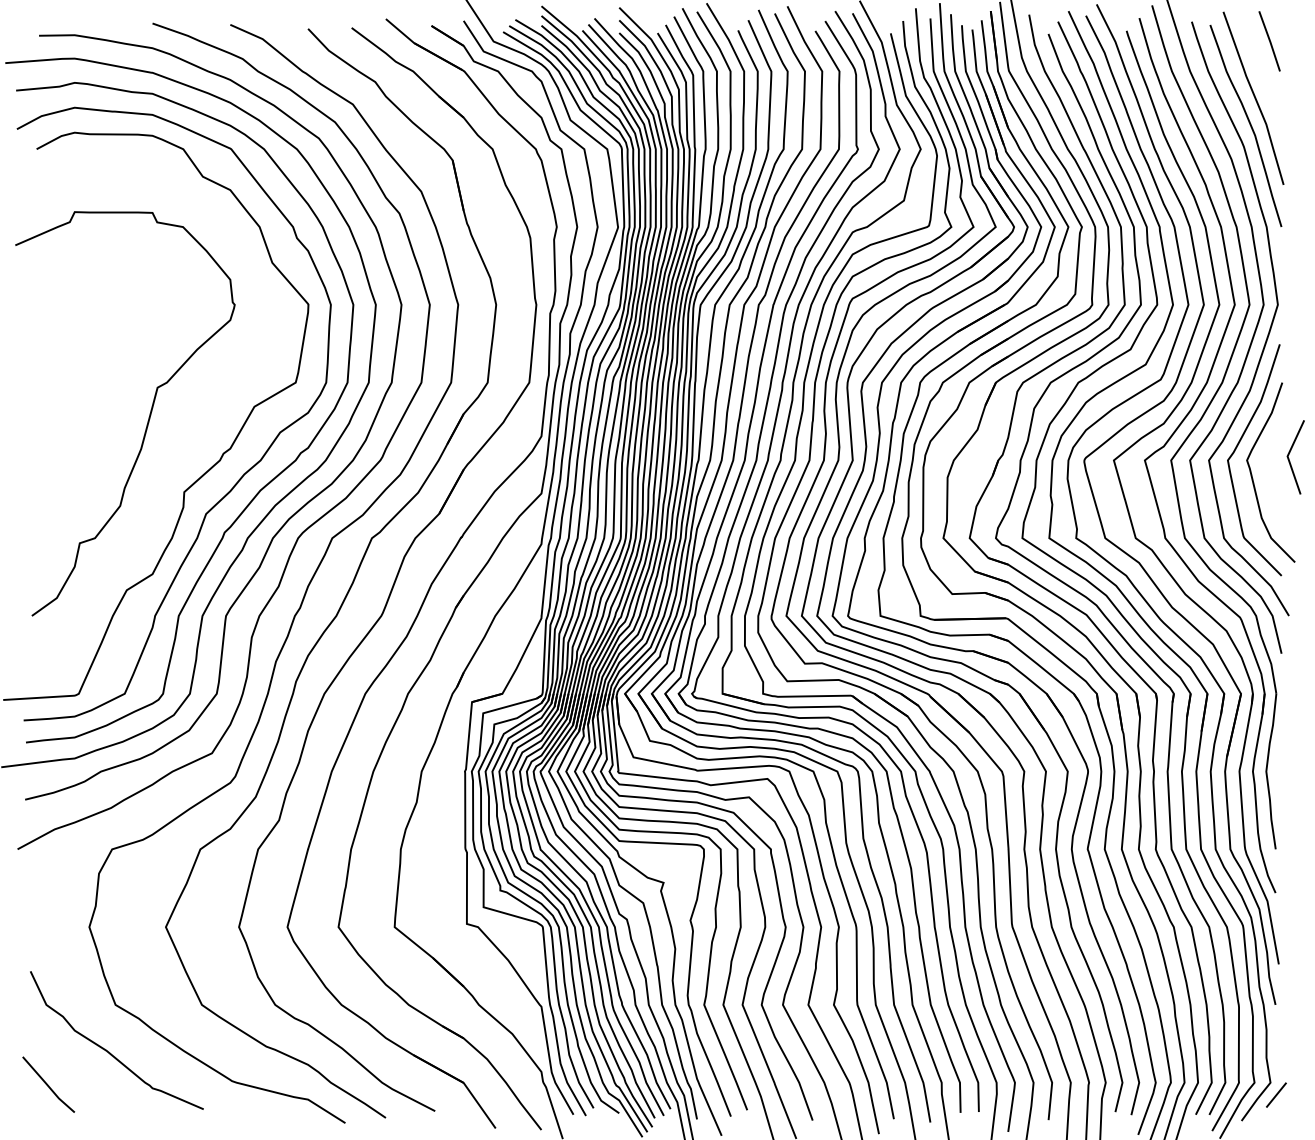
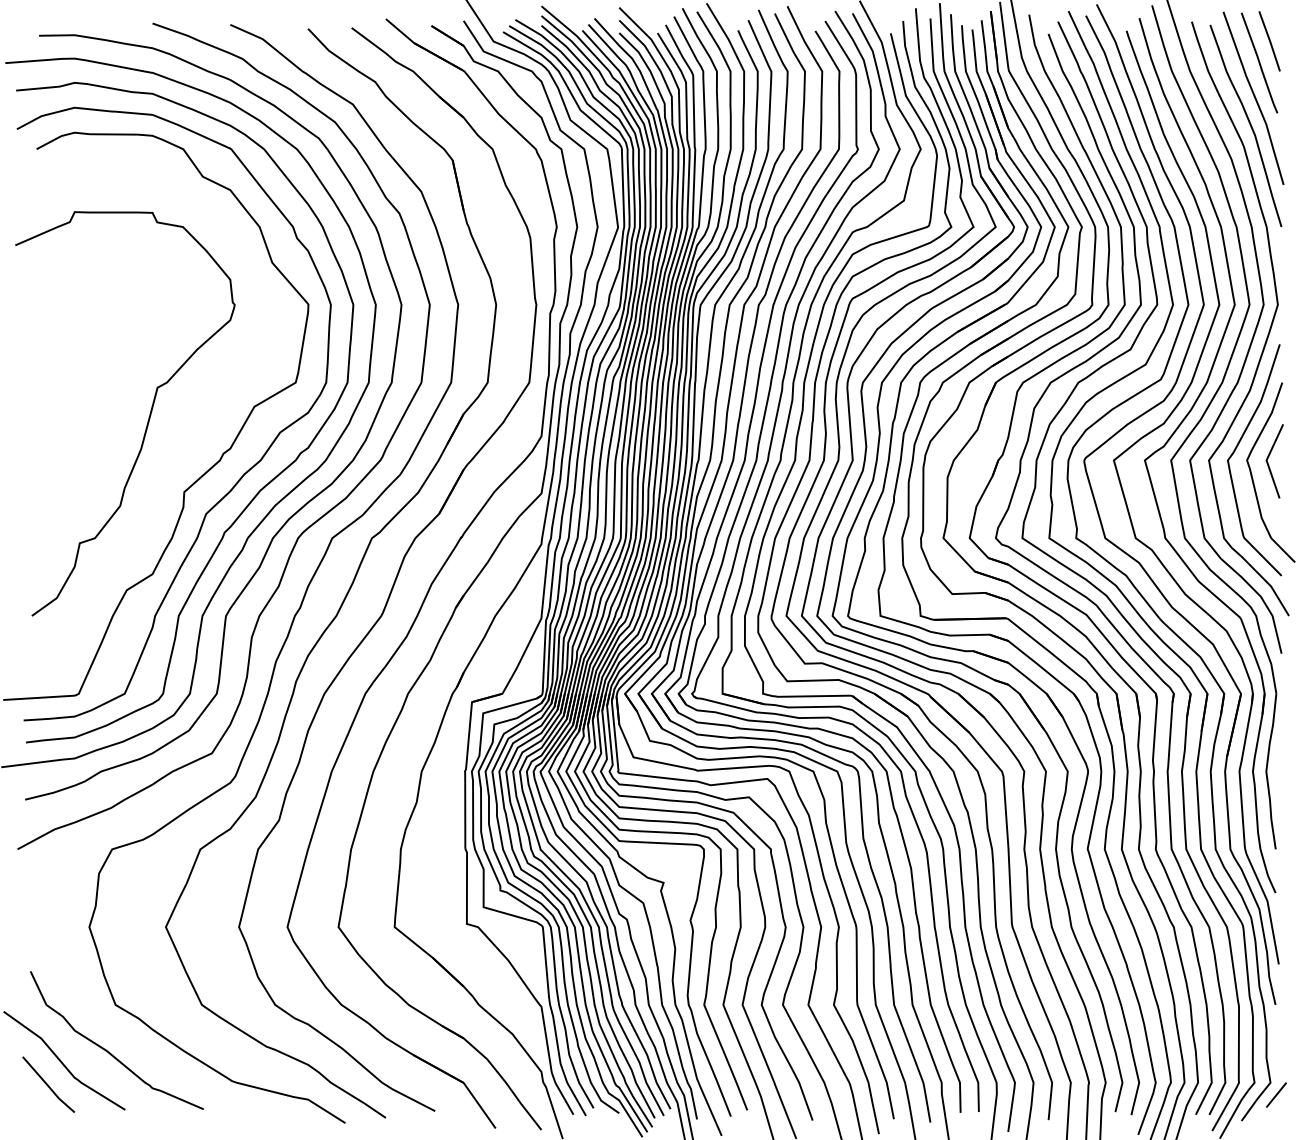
line at (1259, 62): none -> present
line at (1289, 458) position: (1289, 458) -> (1268, 462)
curve at (62, 1061): none -> present
